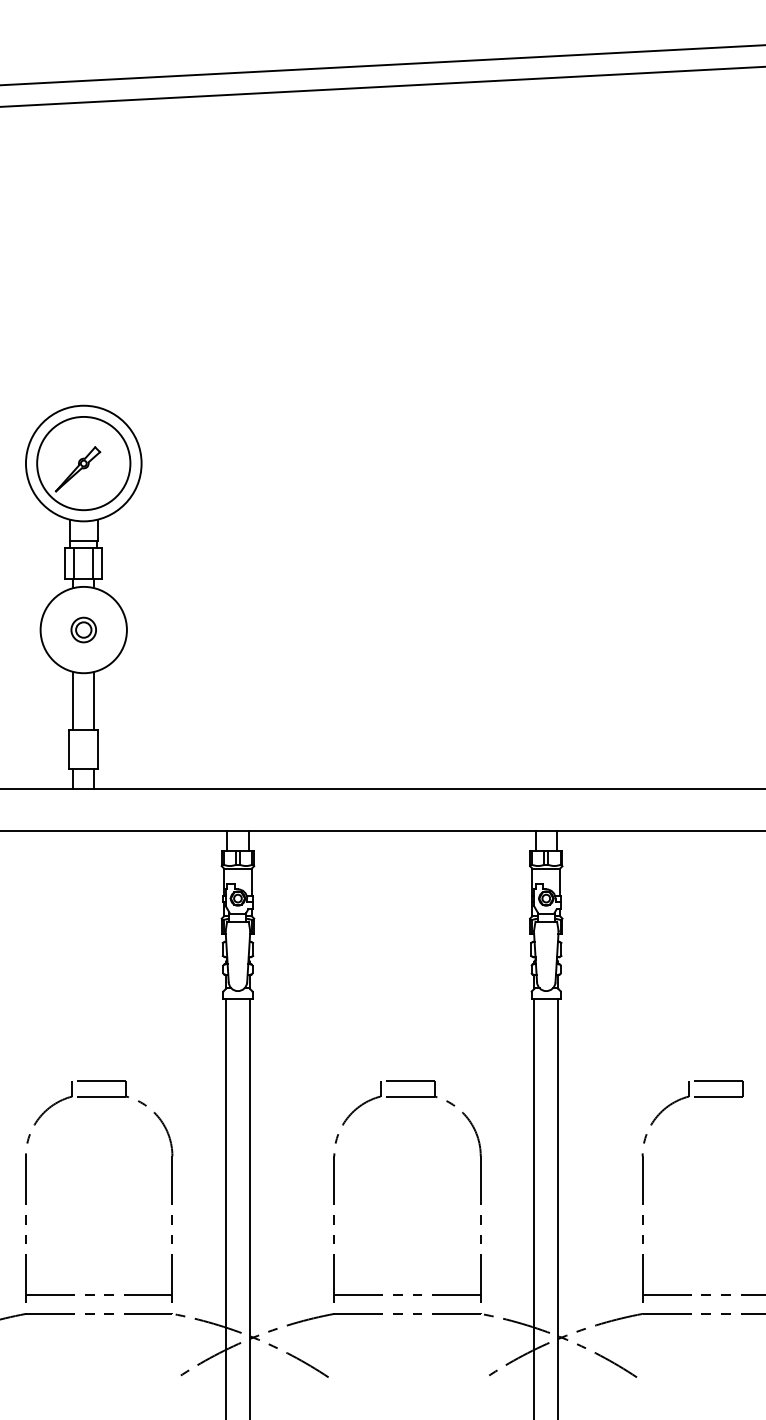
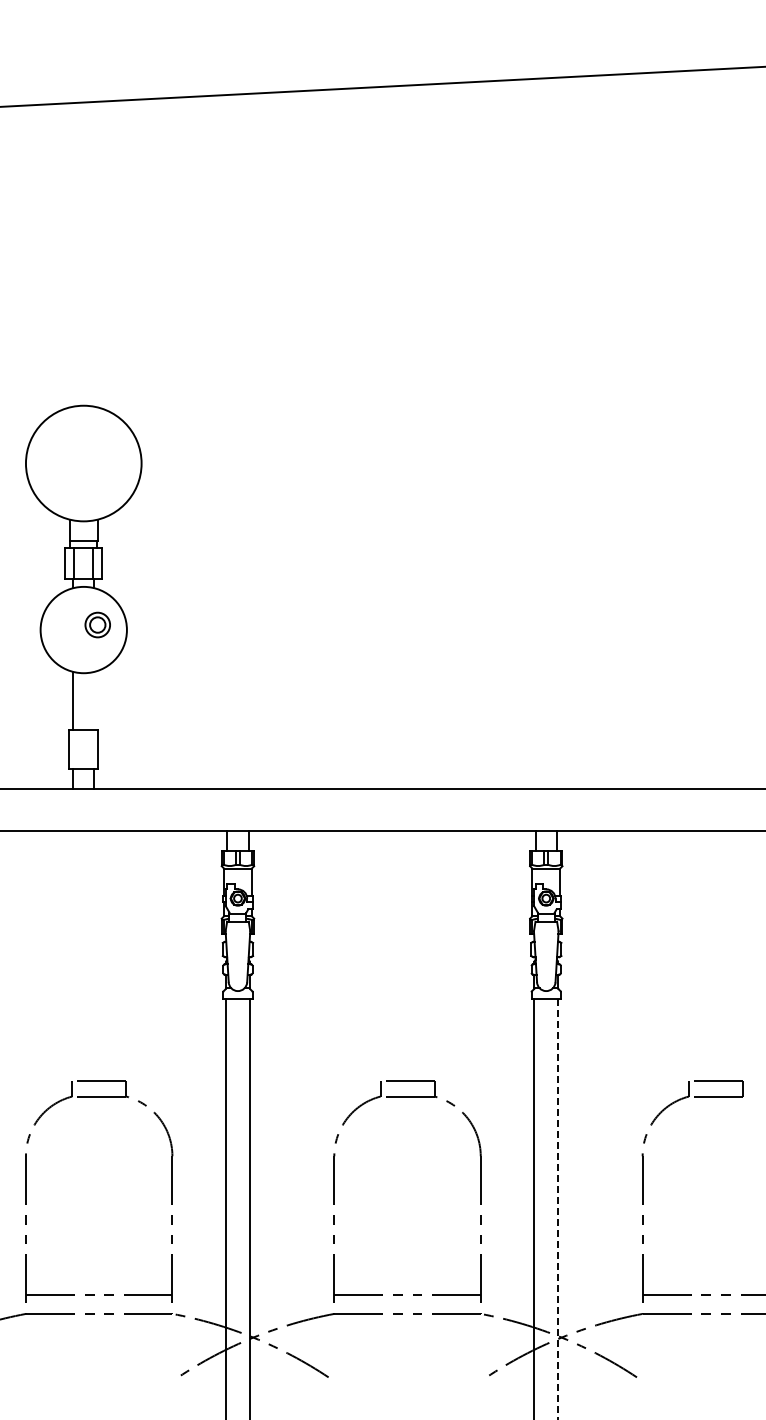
line at (382, 65): present -> none
part at (83, 463): present -> none
part at (83, 629) position: (83, 629) -> (97, 624)
line at (94, 700): present -> none
line at (558, 1209): solid -> dashed
